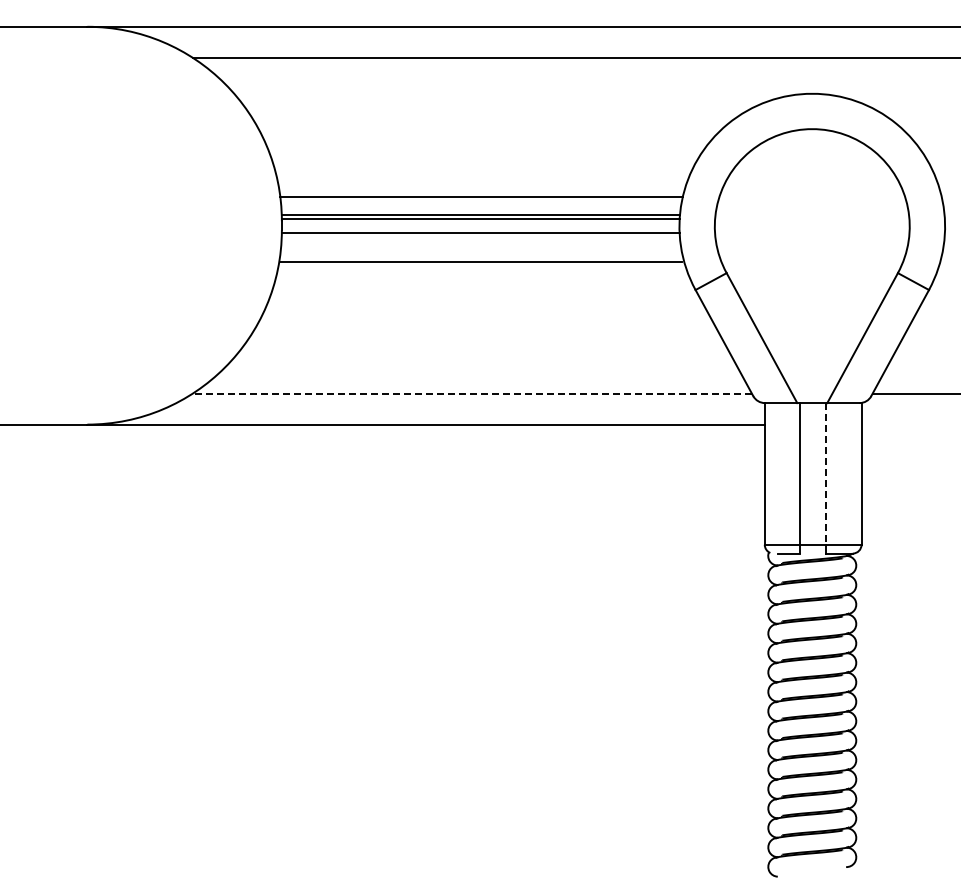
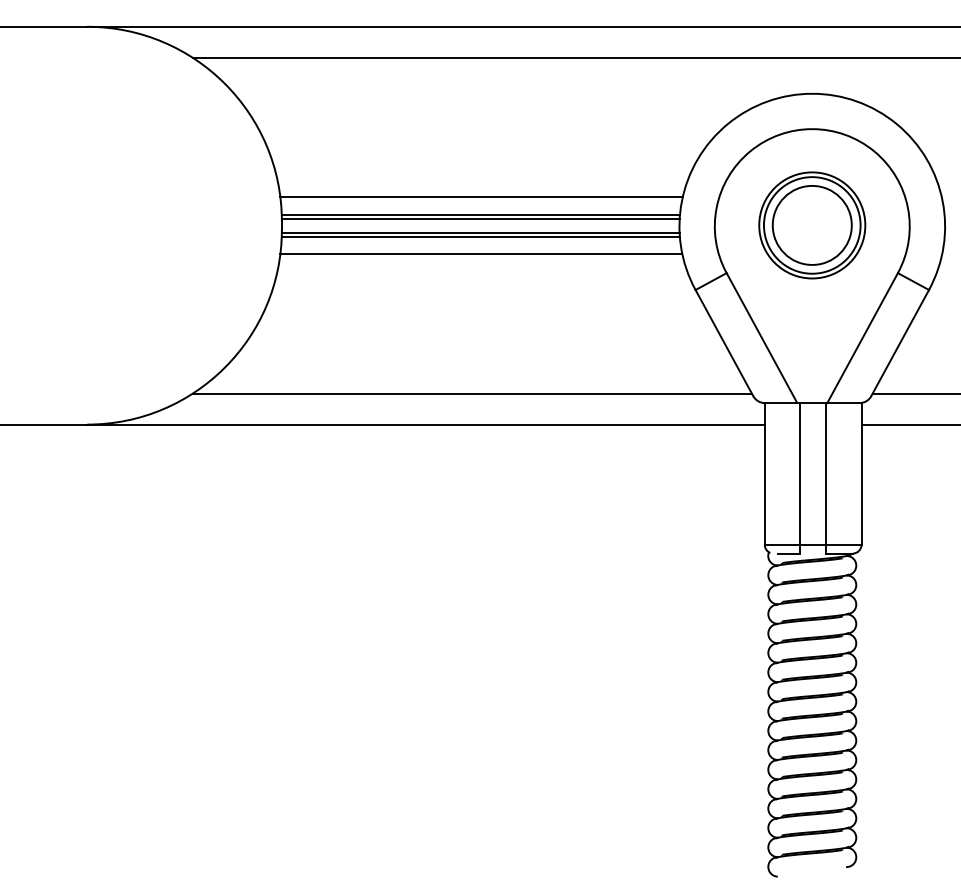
part at (812, 225): none -> present
line at (480, 236): none -> present
line at (481, 262) position: (481, 262) -> (481, 254)
line at (472, 393): dashed -> solid
line at (909, 424): none -> present
line at (826, 473): dashed -> solid
